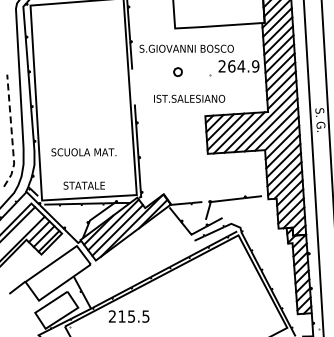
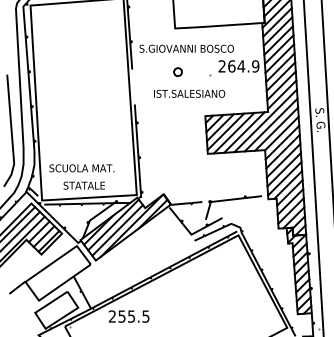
text at (189, 98) position: (189, 98) -> (189, 93)
line at (11, 133): dashed -> solid
text at (83, 152) position: (83, 152) -> (81, 168)
line at (20, 230): none -> present
text at (121, 316): 215.5 -> 255.5
